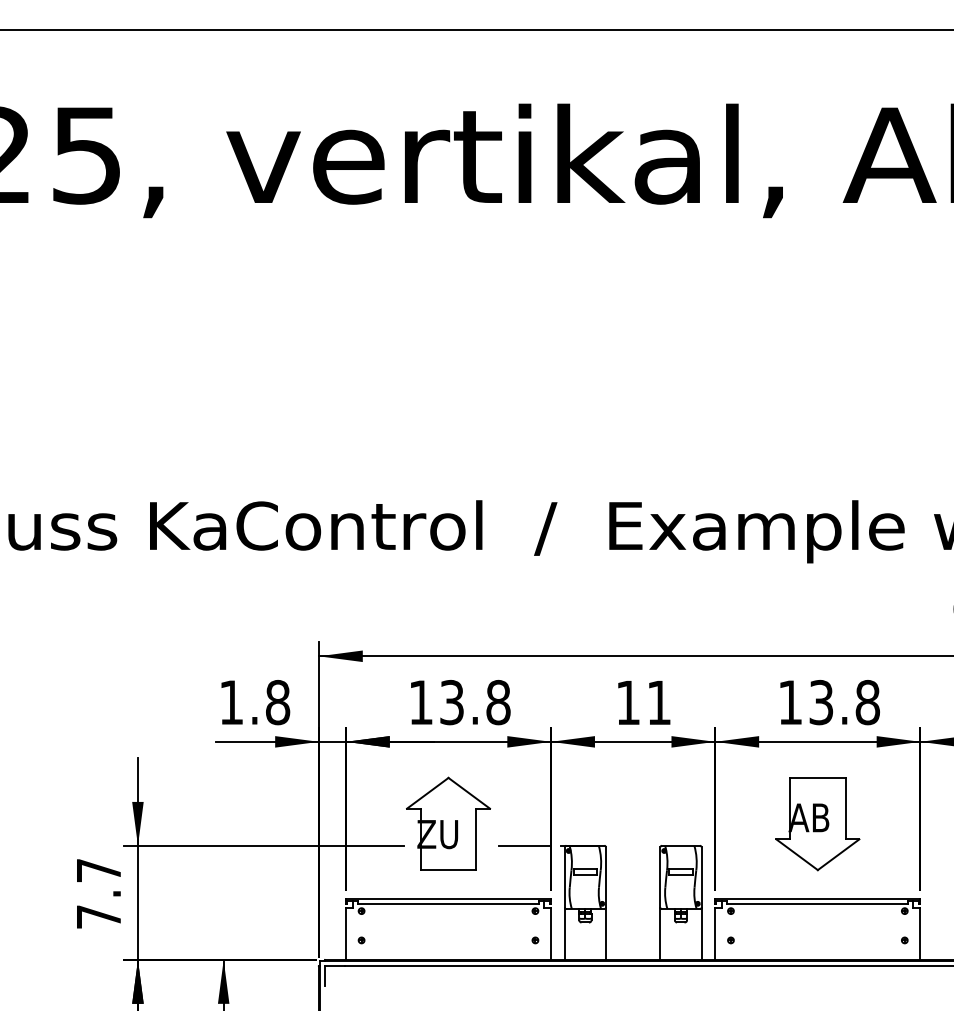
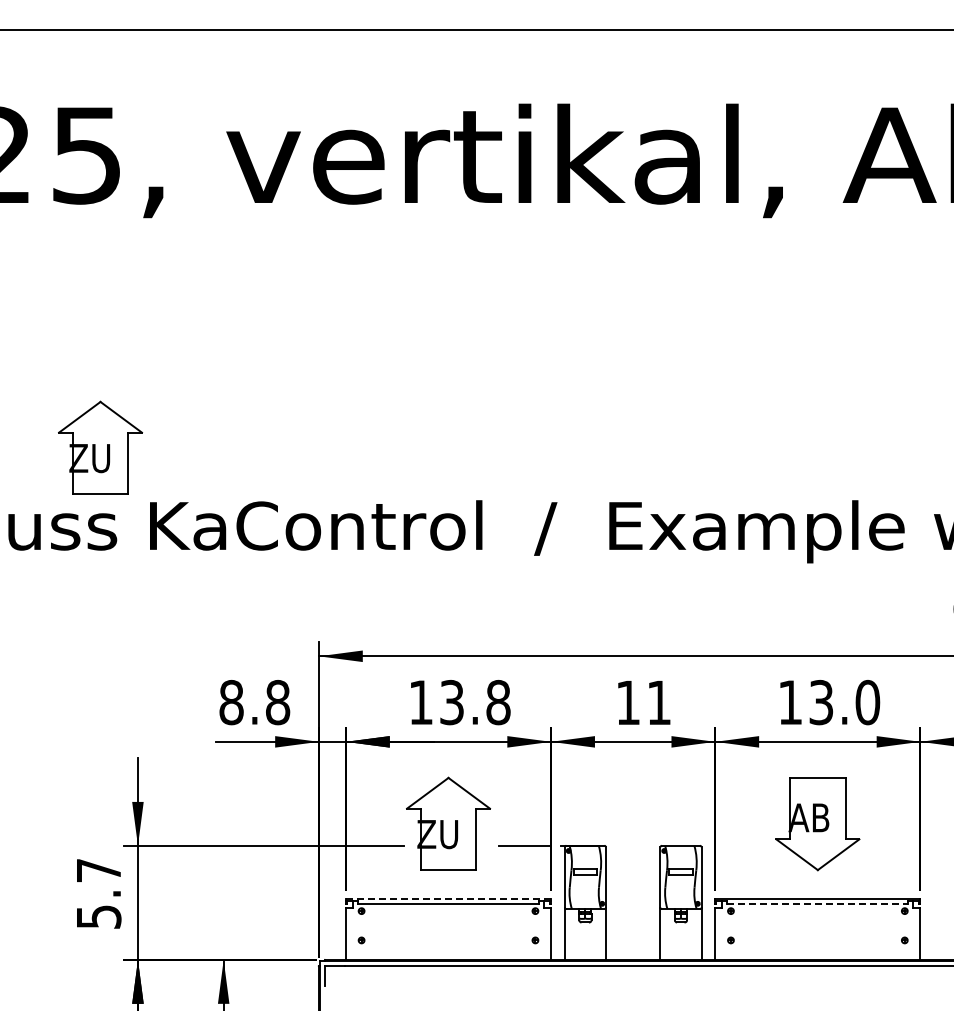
part at (100, 447): none -> present
text at (231, 702): 1.8 -> 8.8
text at (867, 702): 13.8 -> 13.0
line at (448, 899): solid -> dashed
line at (817, 904): solid -> dashed
text at (99, 916): 7.7 -> 5.7
